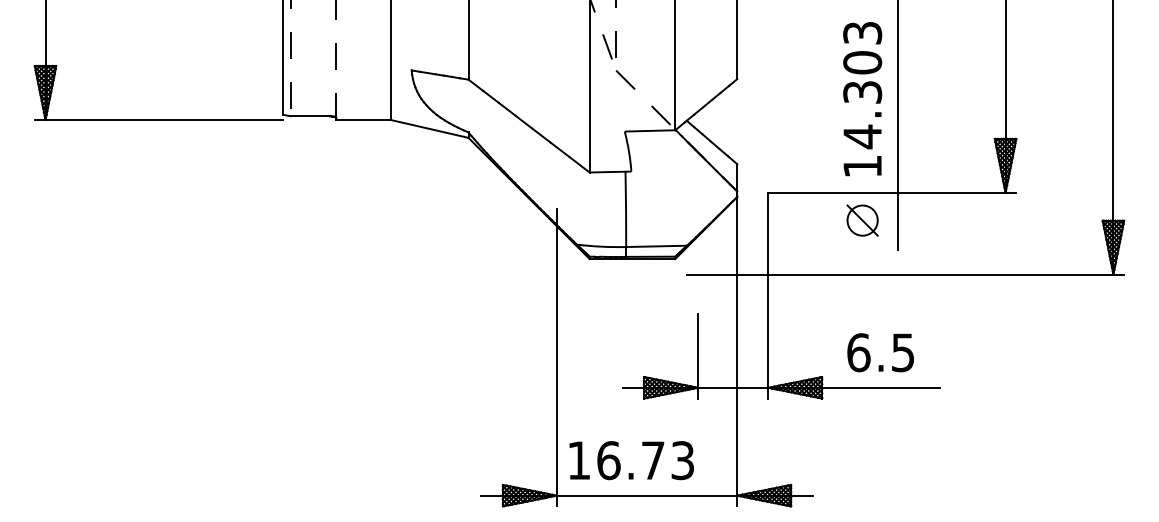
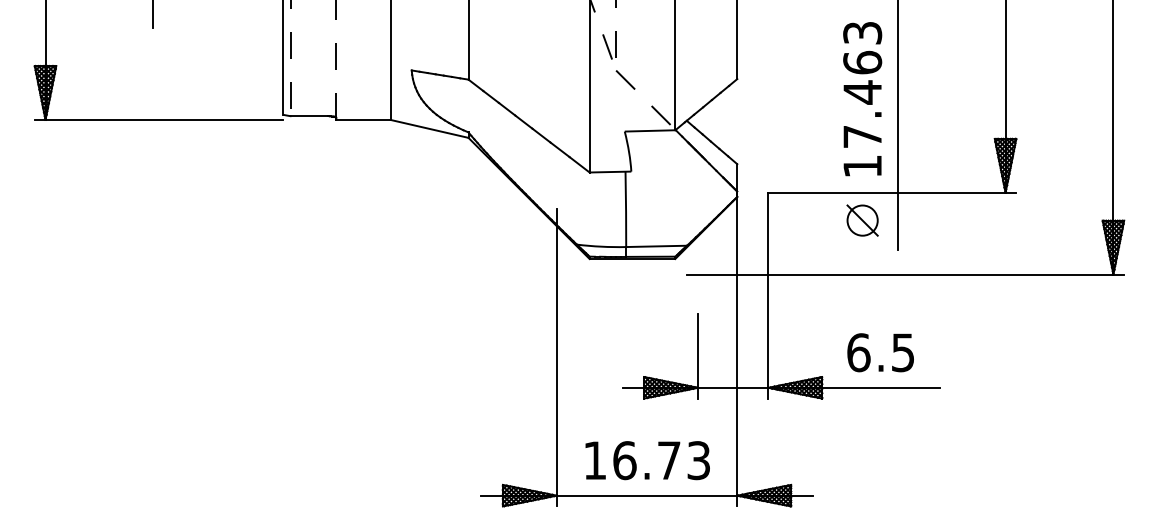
line at (153, 15): none -> present
text at (862, 99): 14.303 -> 17.463
text at (631, 460) position: (631, 460) -> (647, 460)
